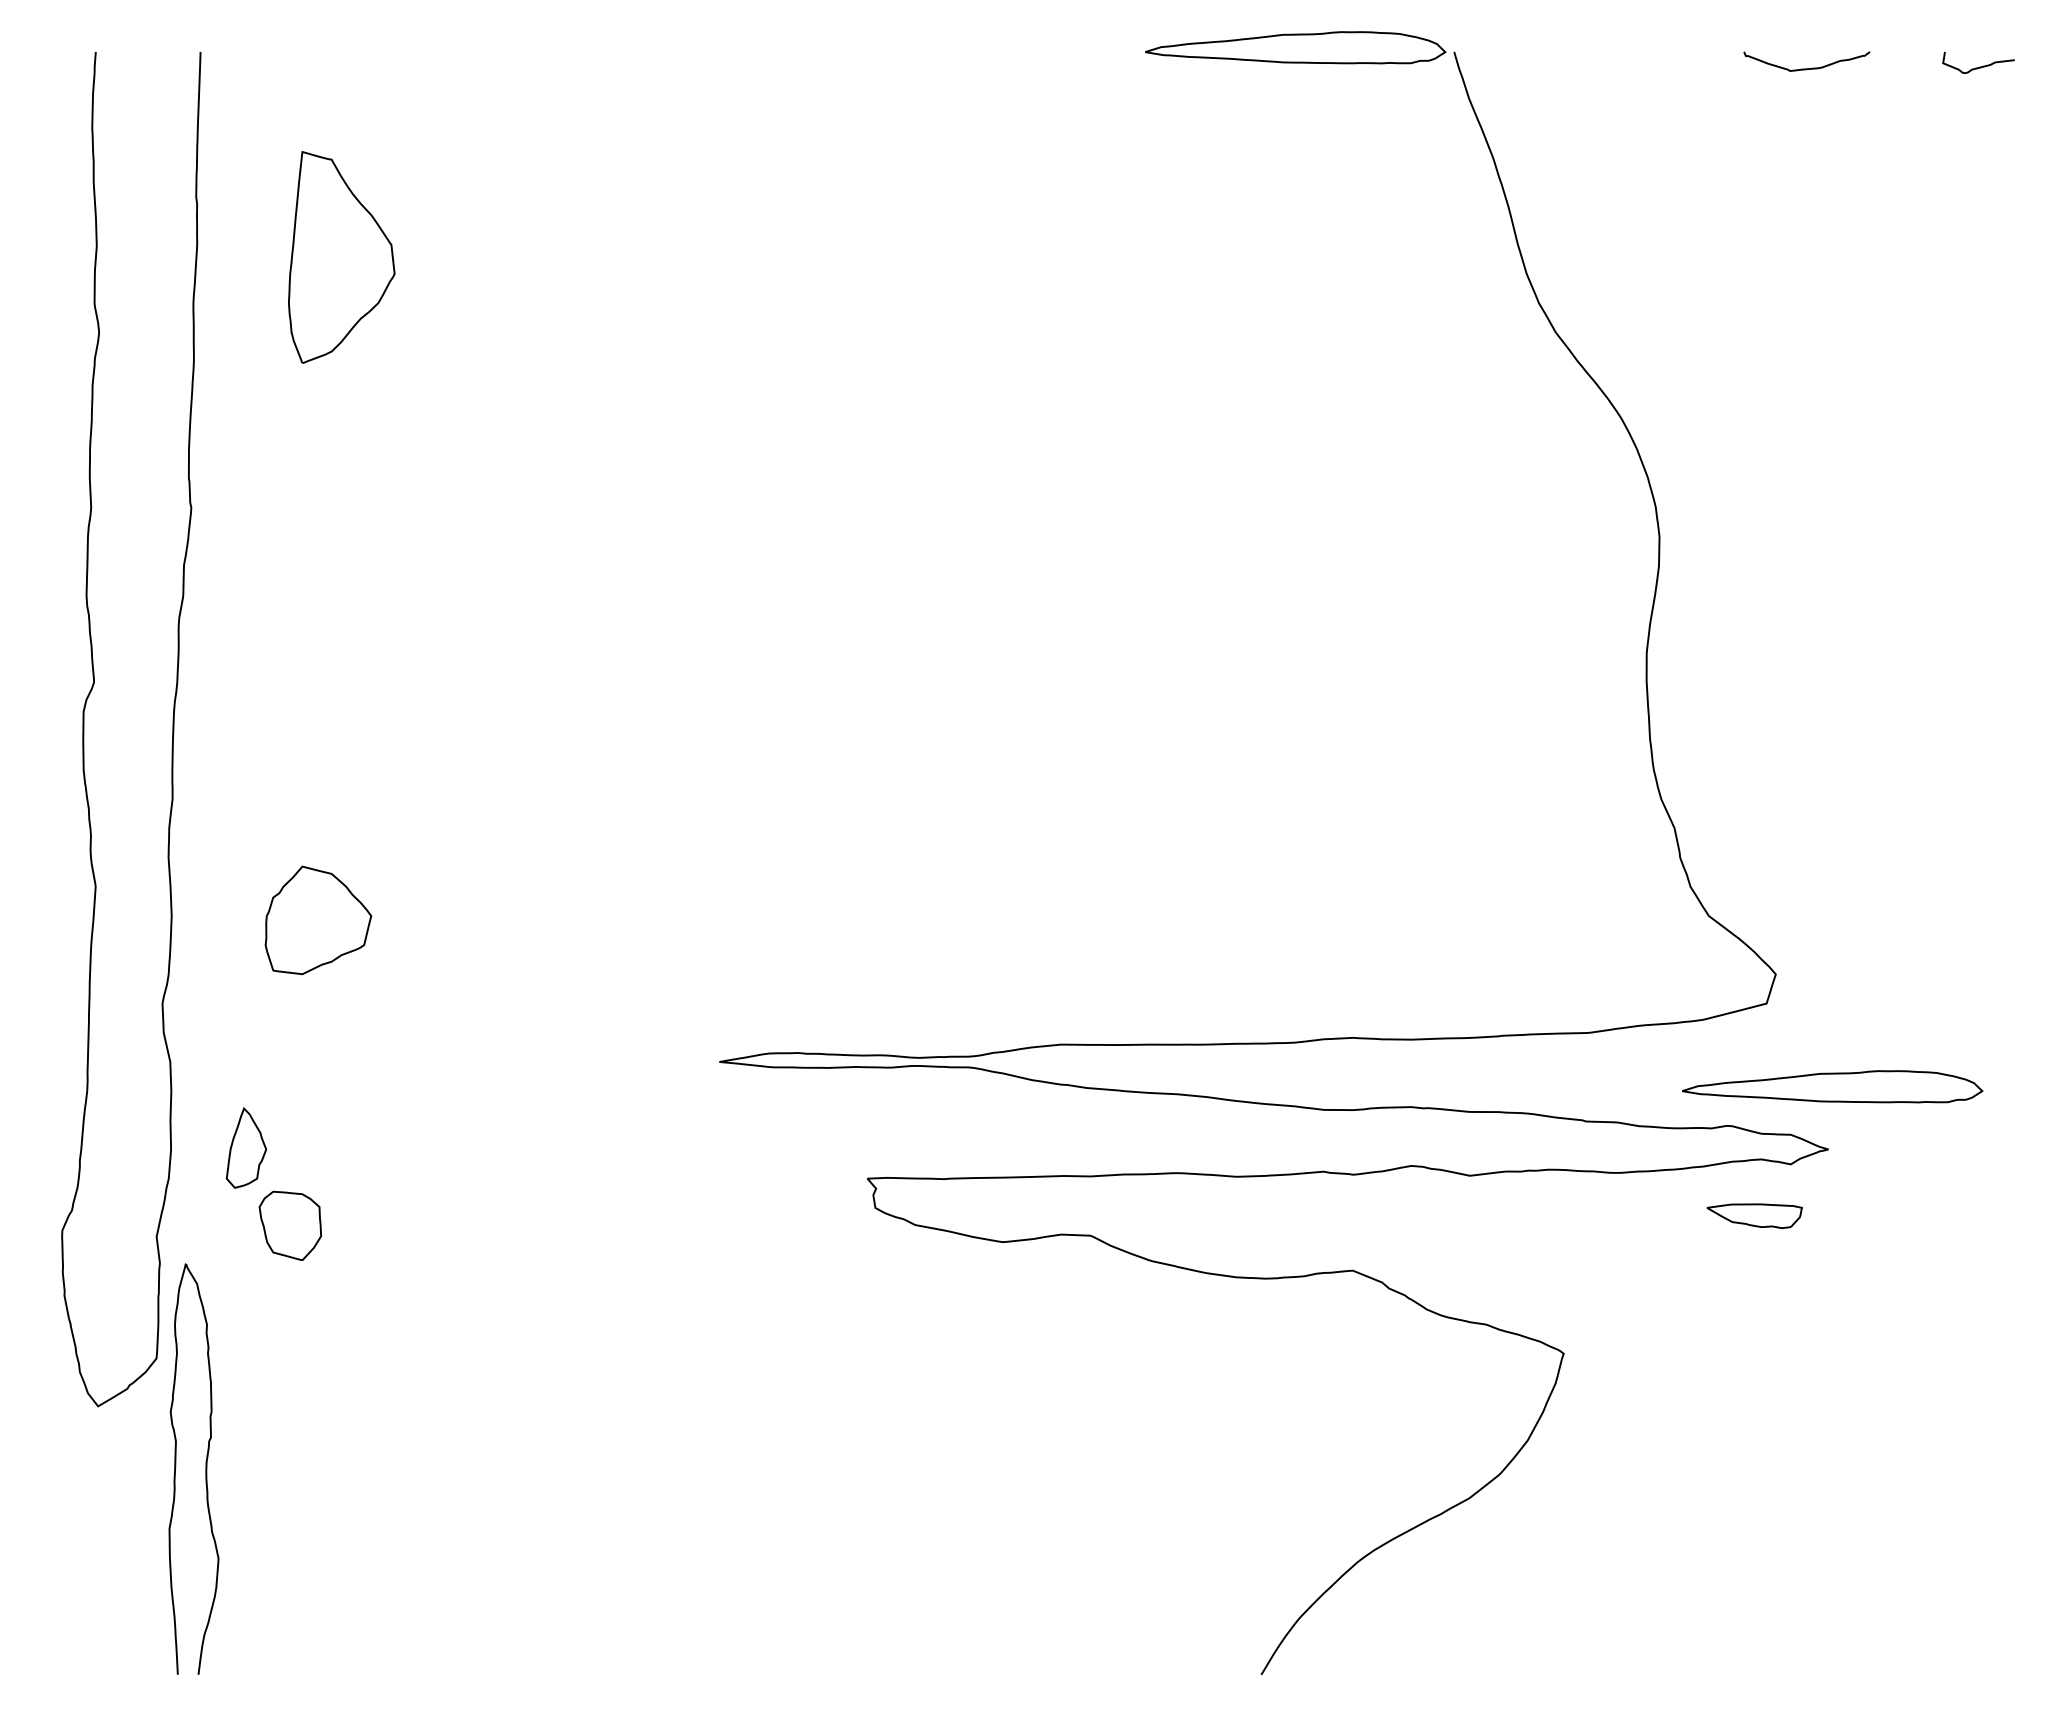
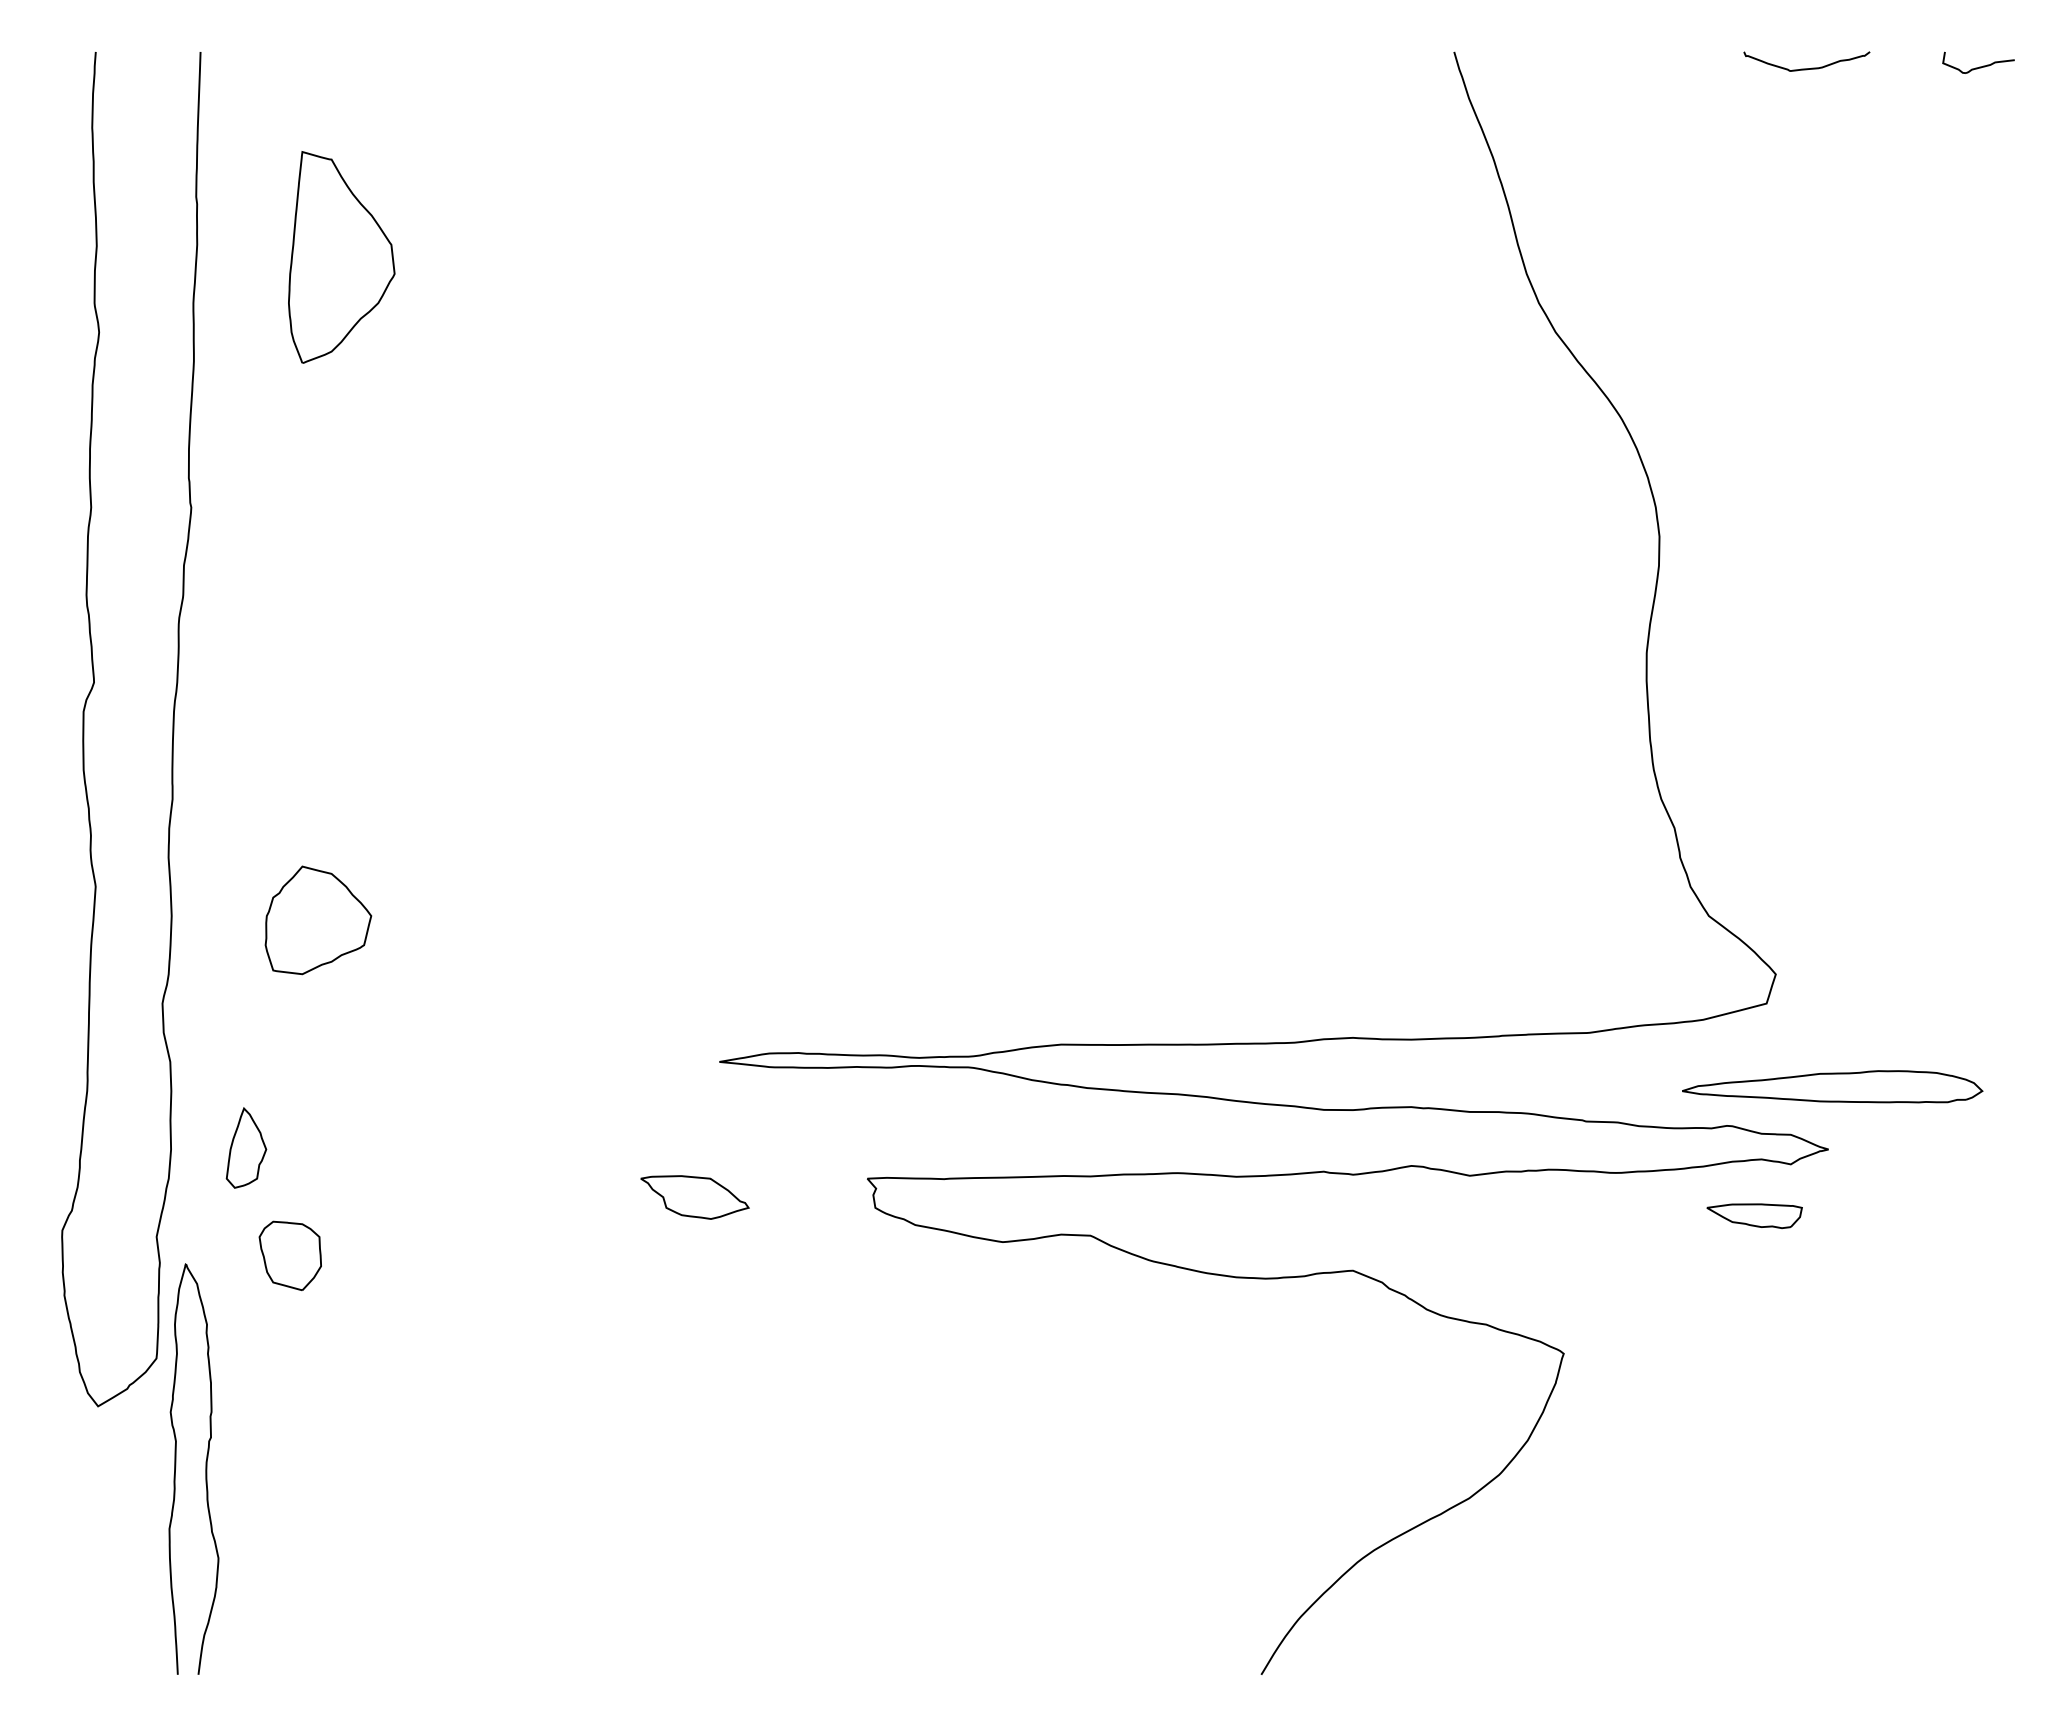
part at (1295, 47): present -> none
part at (694, 1197): none -> present
part at (289, 1225) position: (289, 1225) -> (289, 1255)
